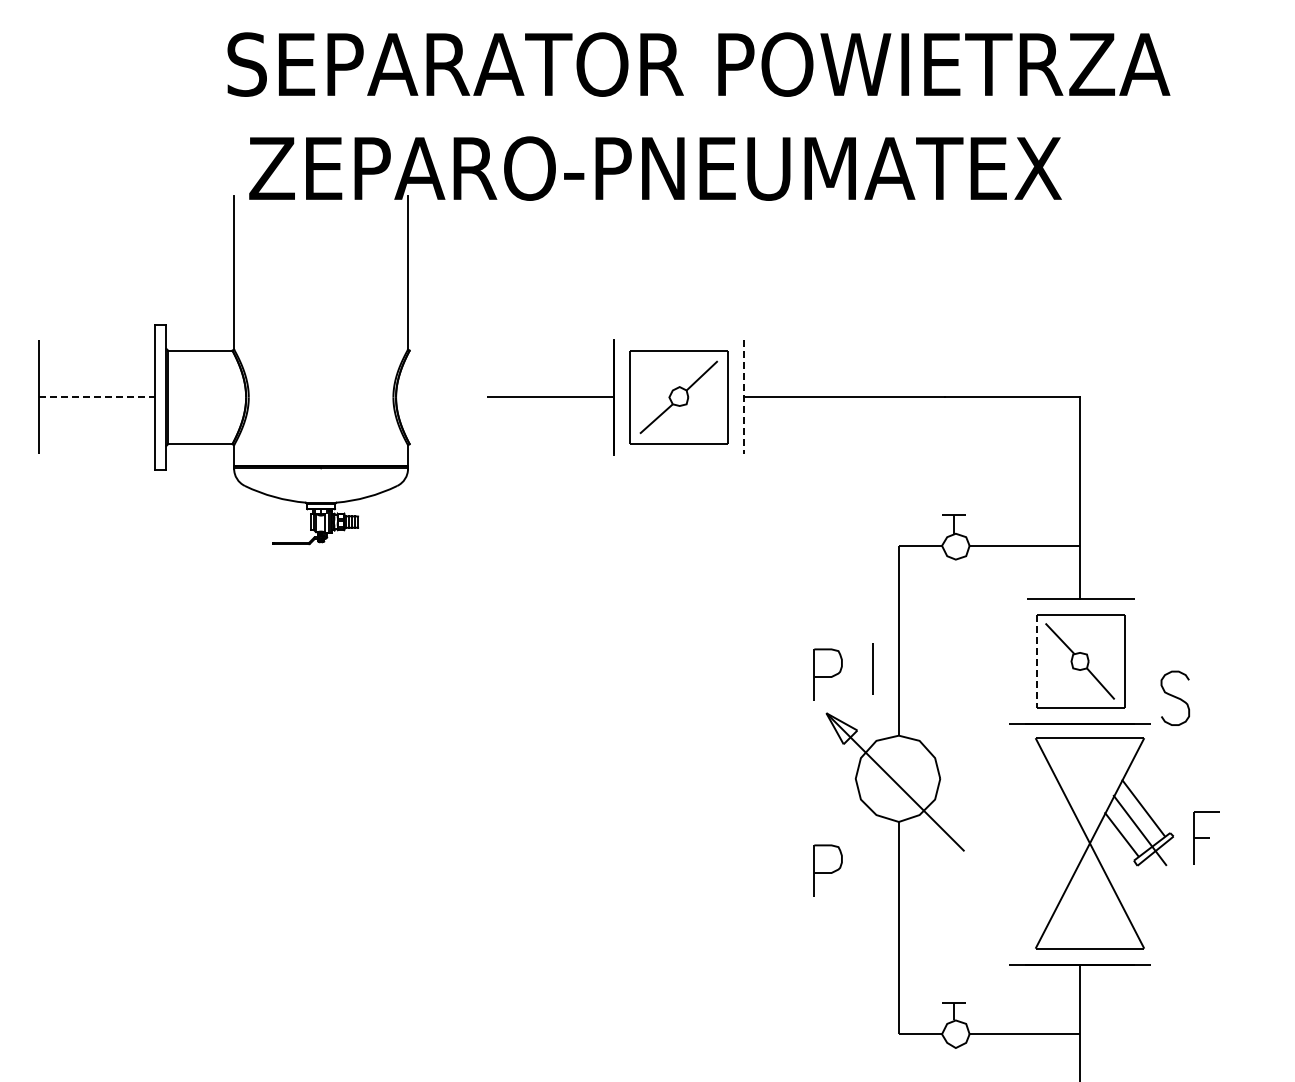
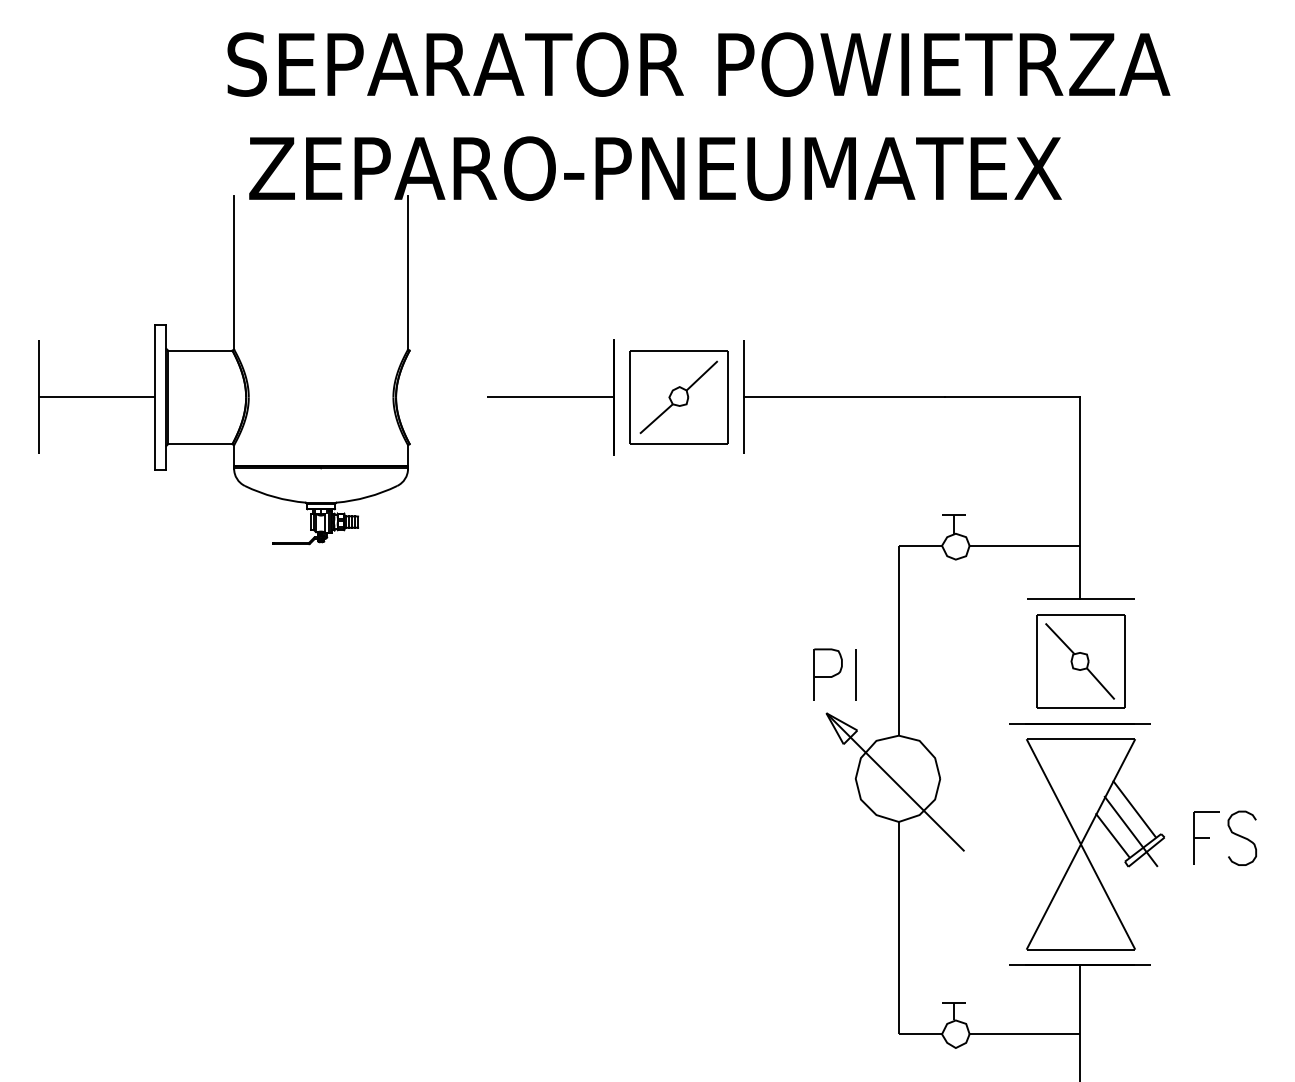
line at (97, 397): dashed -> solid
line at (743, 397): dashed -> solid
line at (1036, 661): dashed -> solid
line at (872, 668) position: (872, 668) -> (855, 674)
curve at (1175, 697) position: (1175, 697) -> (1242, 837)
part at (1094, 837) position: (1094, 837) -> (1085, 838)
part at (827, 870): present -> none
